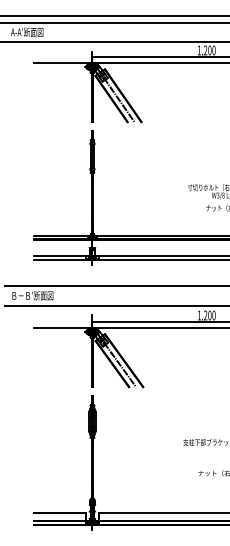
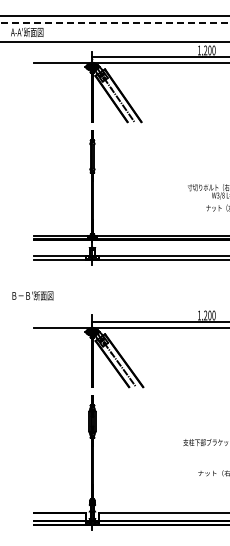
line at (115, 22): solid -> dashed
line at (115, 286): present -> none
line at (115, 305): present -> none
